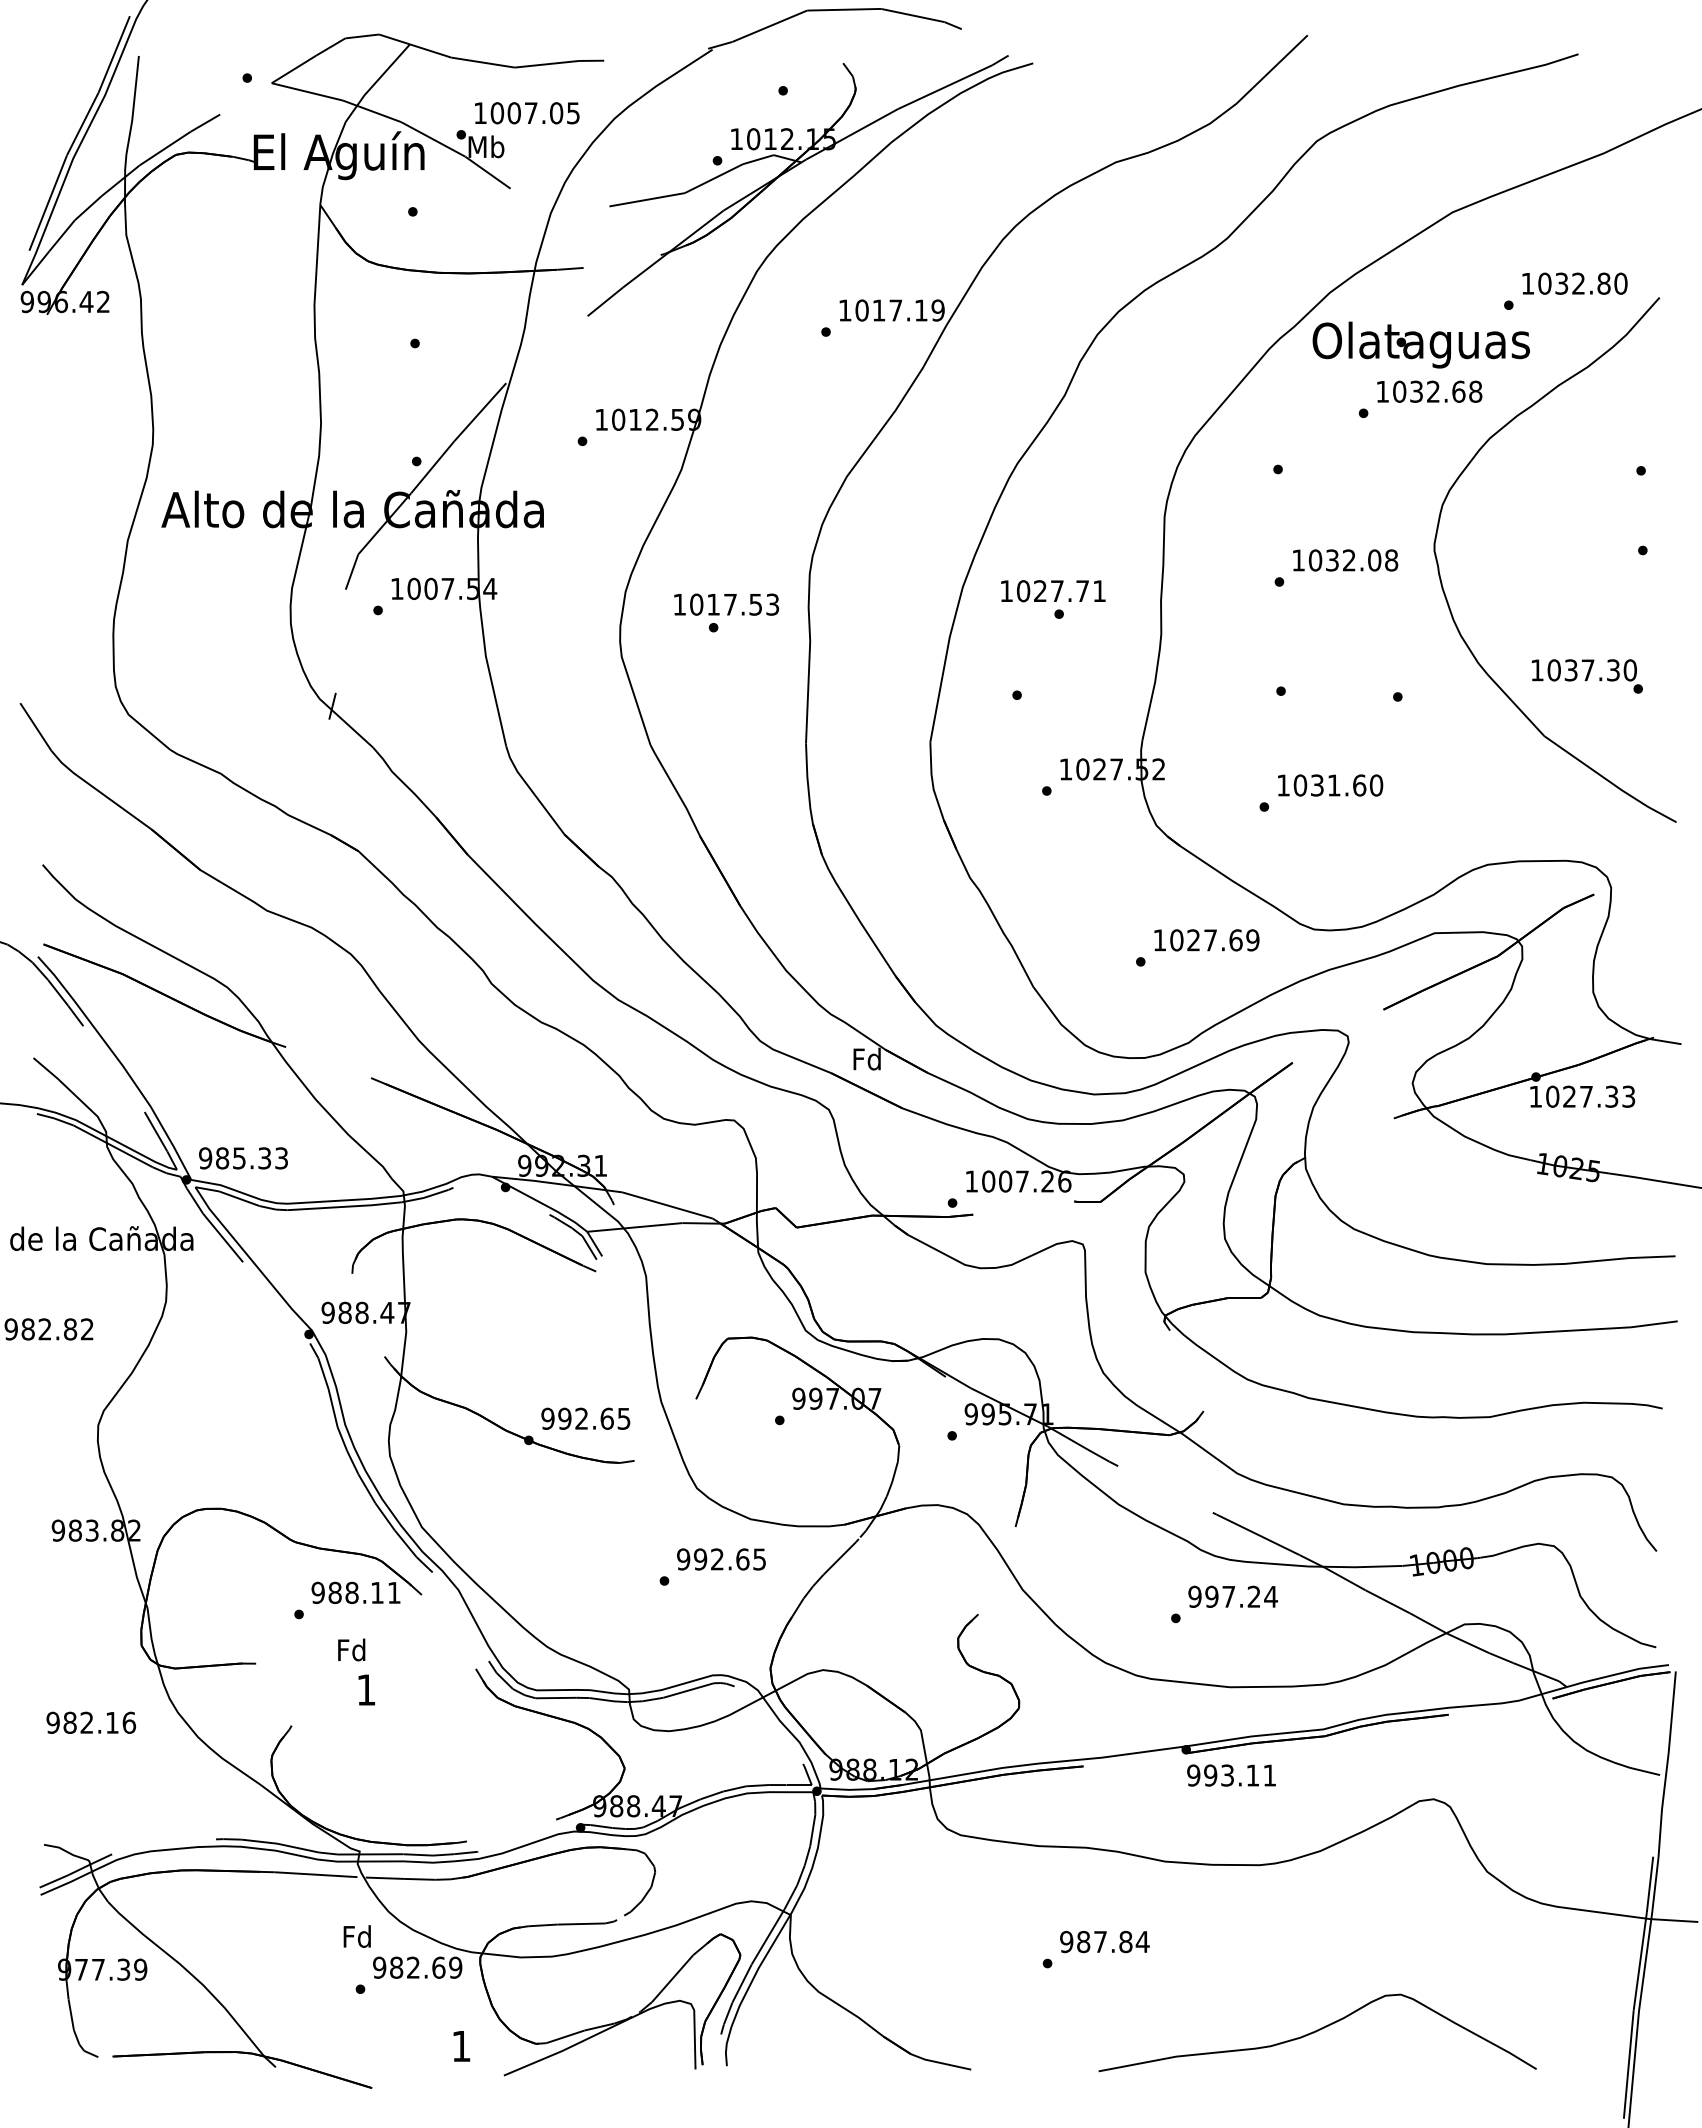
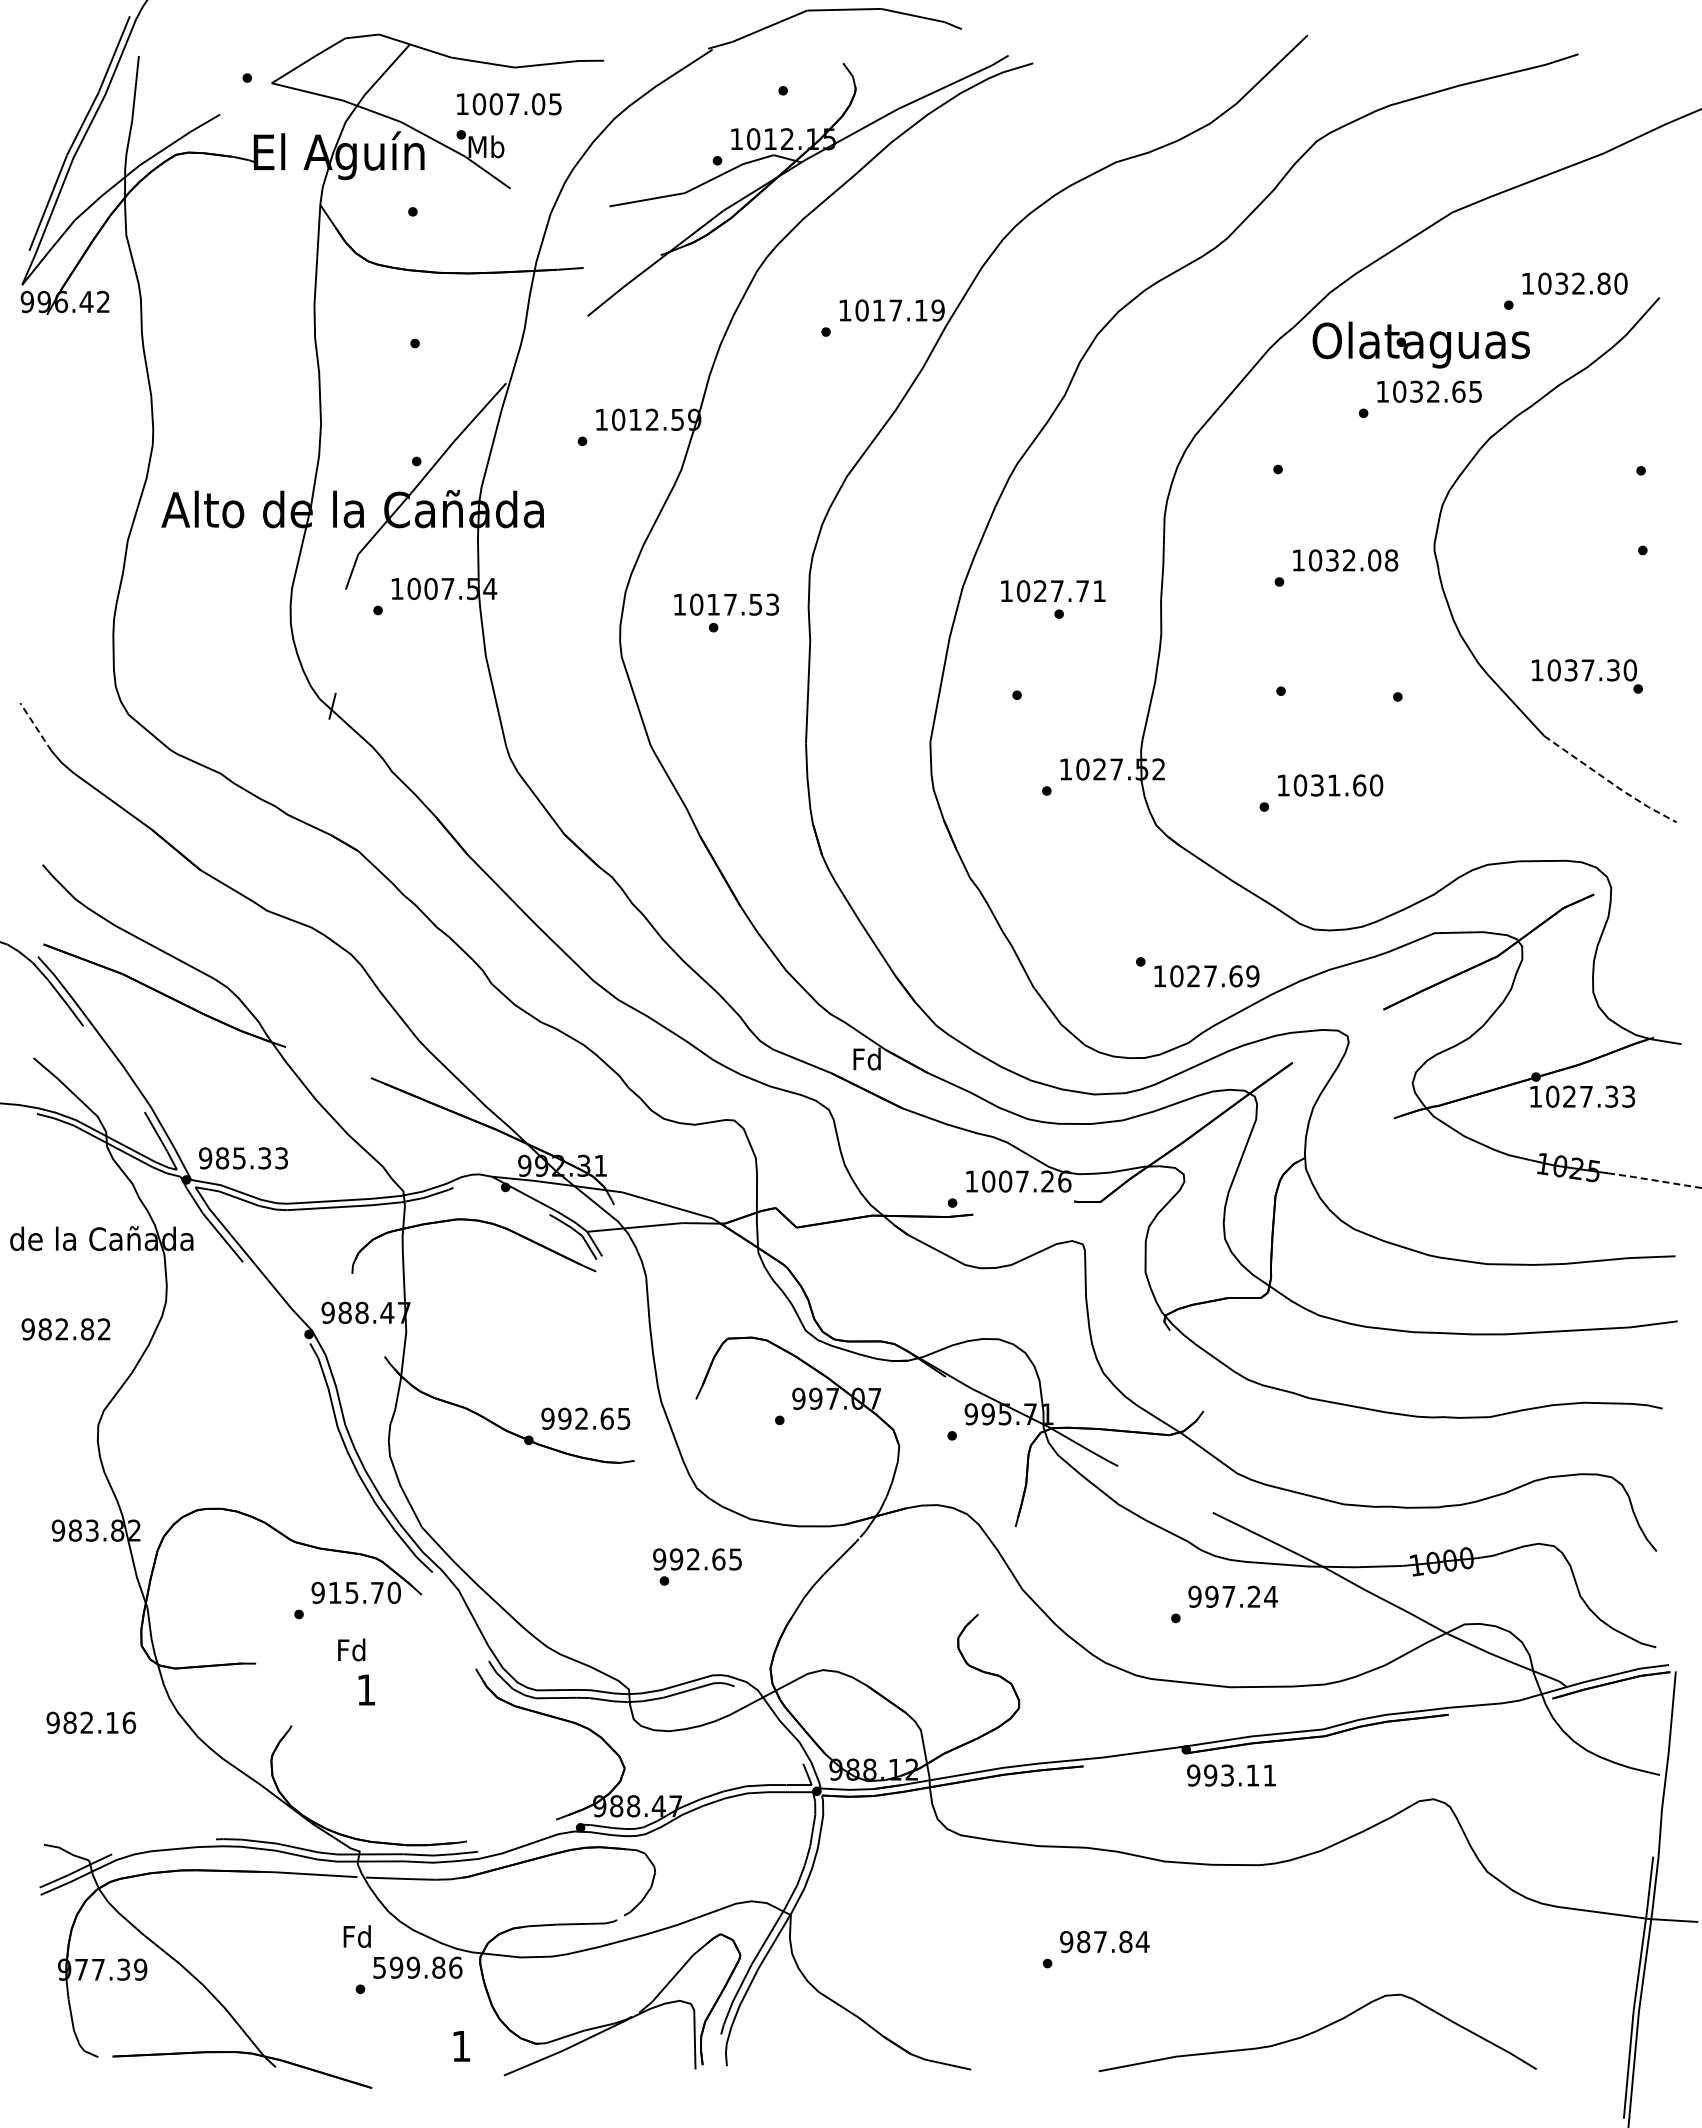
text at (527, 113) position: (527, 113) -> (509, 104)
text at (1475, 391): 1032.68 -> 1032.65
line at (35, 726): solid -> dashed
line at (1610, 782): solid -> dashed
text at (1206, 940) position: (1206, 940) -> (1206, 976)
line at (1654, 1180): solid -> dashed
text at (48, 1329) position: (48, 1329) -> (65, 1329)
text at (721, 1559) position: (721, 1559) -> (697, 1559)
text at (364, 1592): 988.11 -> 915.70
text at (417, 1967): 982.69 -> 599.86
